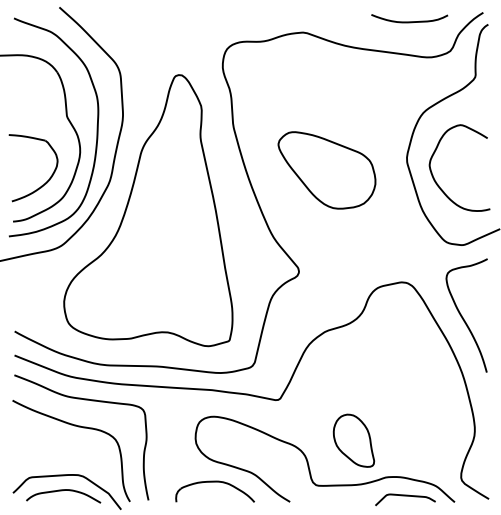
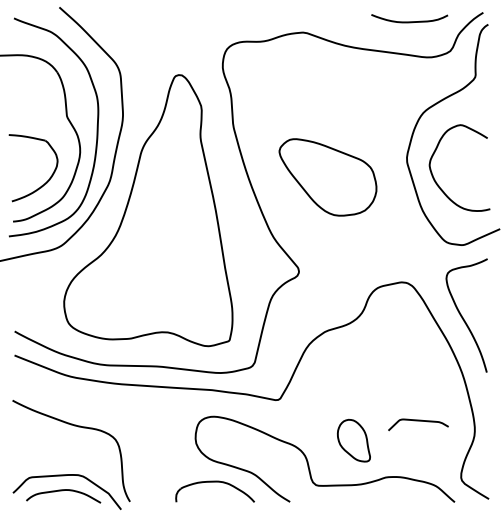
part at (326, 170) position: (326, 170) -> (327, 177)
curve at (84, 400): present -> none
part at (353, 440) size: 44x55 px -> 34x45 px
curve at (405, 496) position: (405, 496) -> (418, 421)
